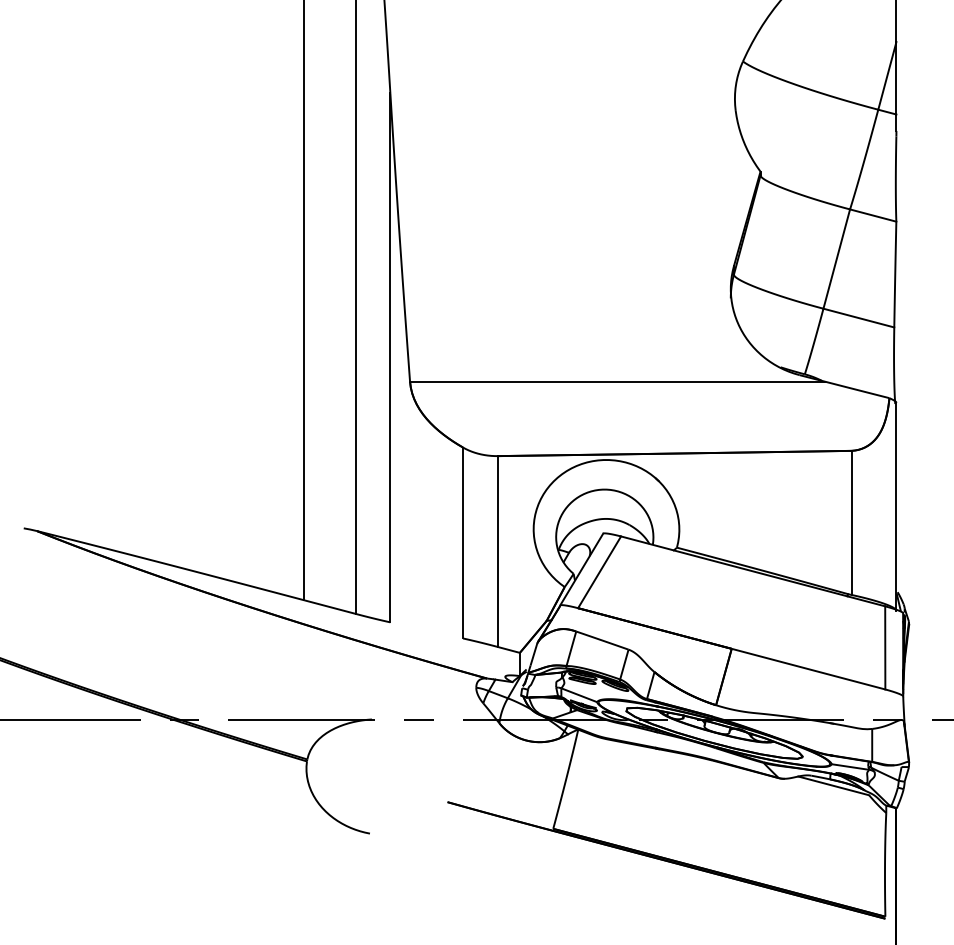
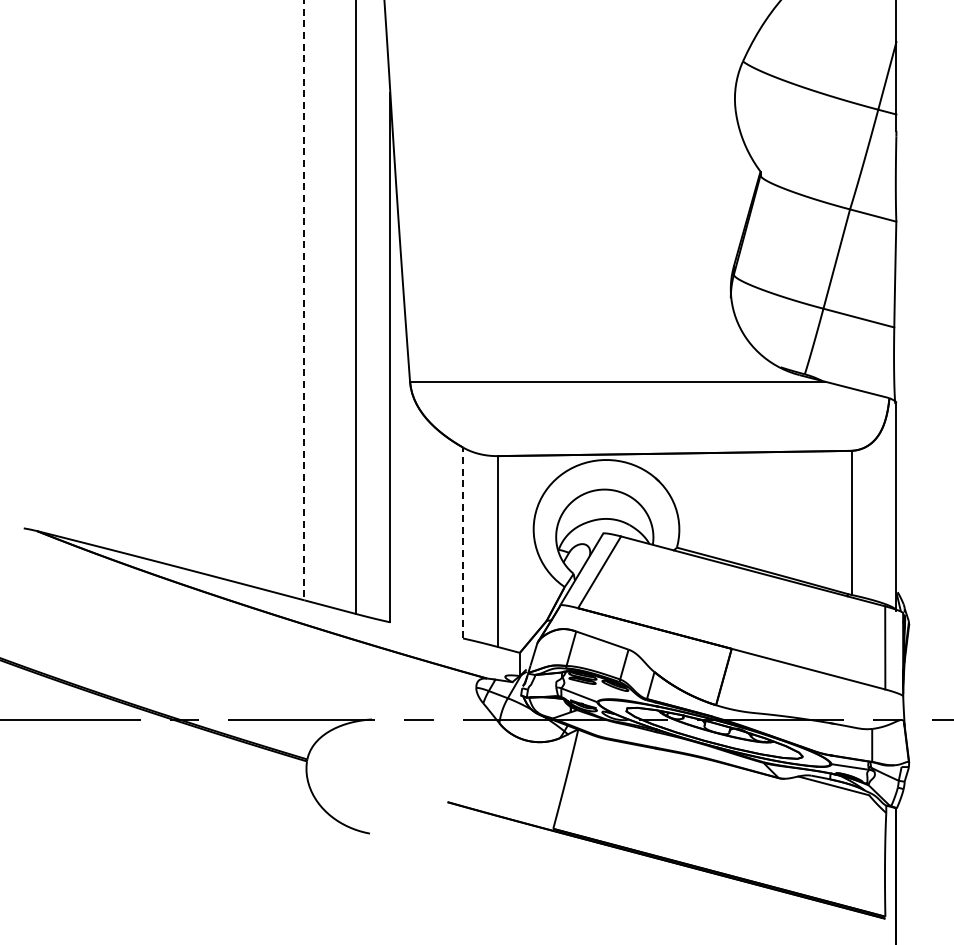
line at (304, 300): solid -> dashed
line at (463, 542): solid -> dashed
